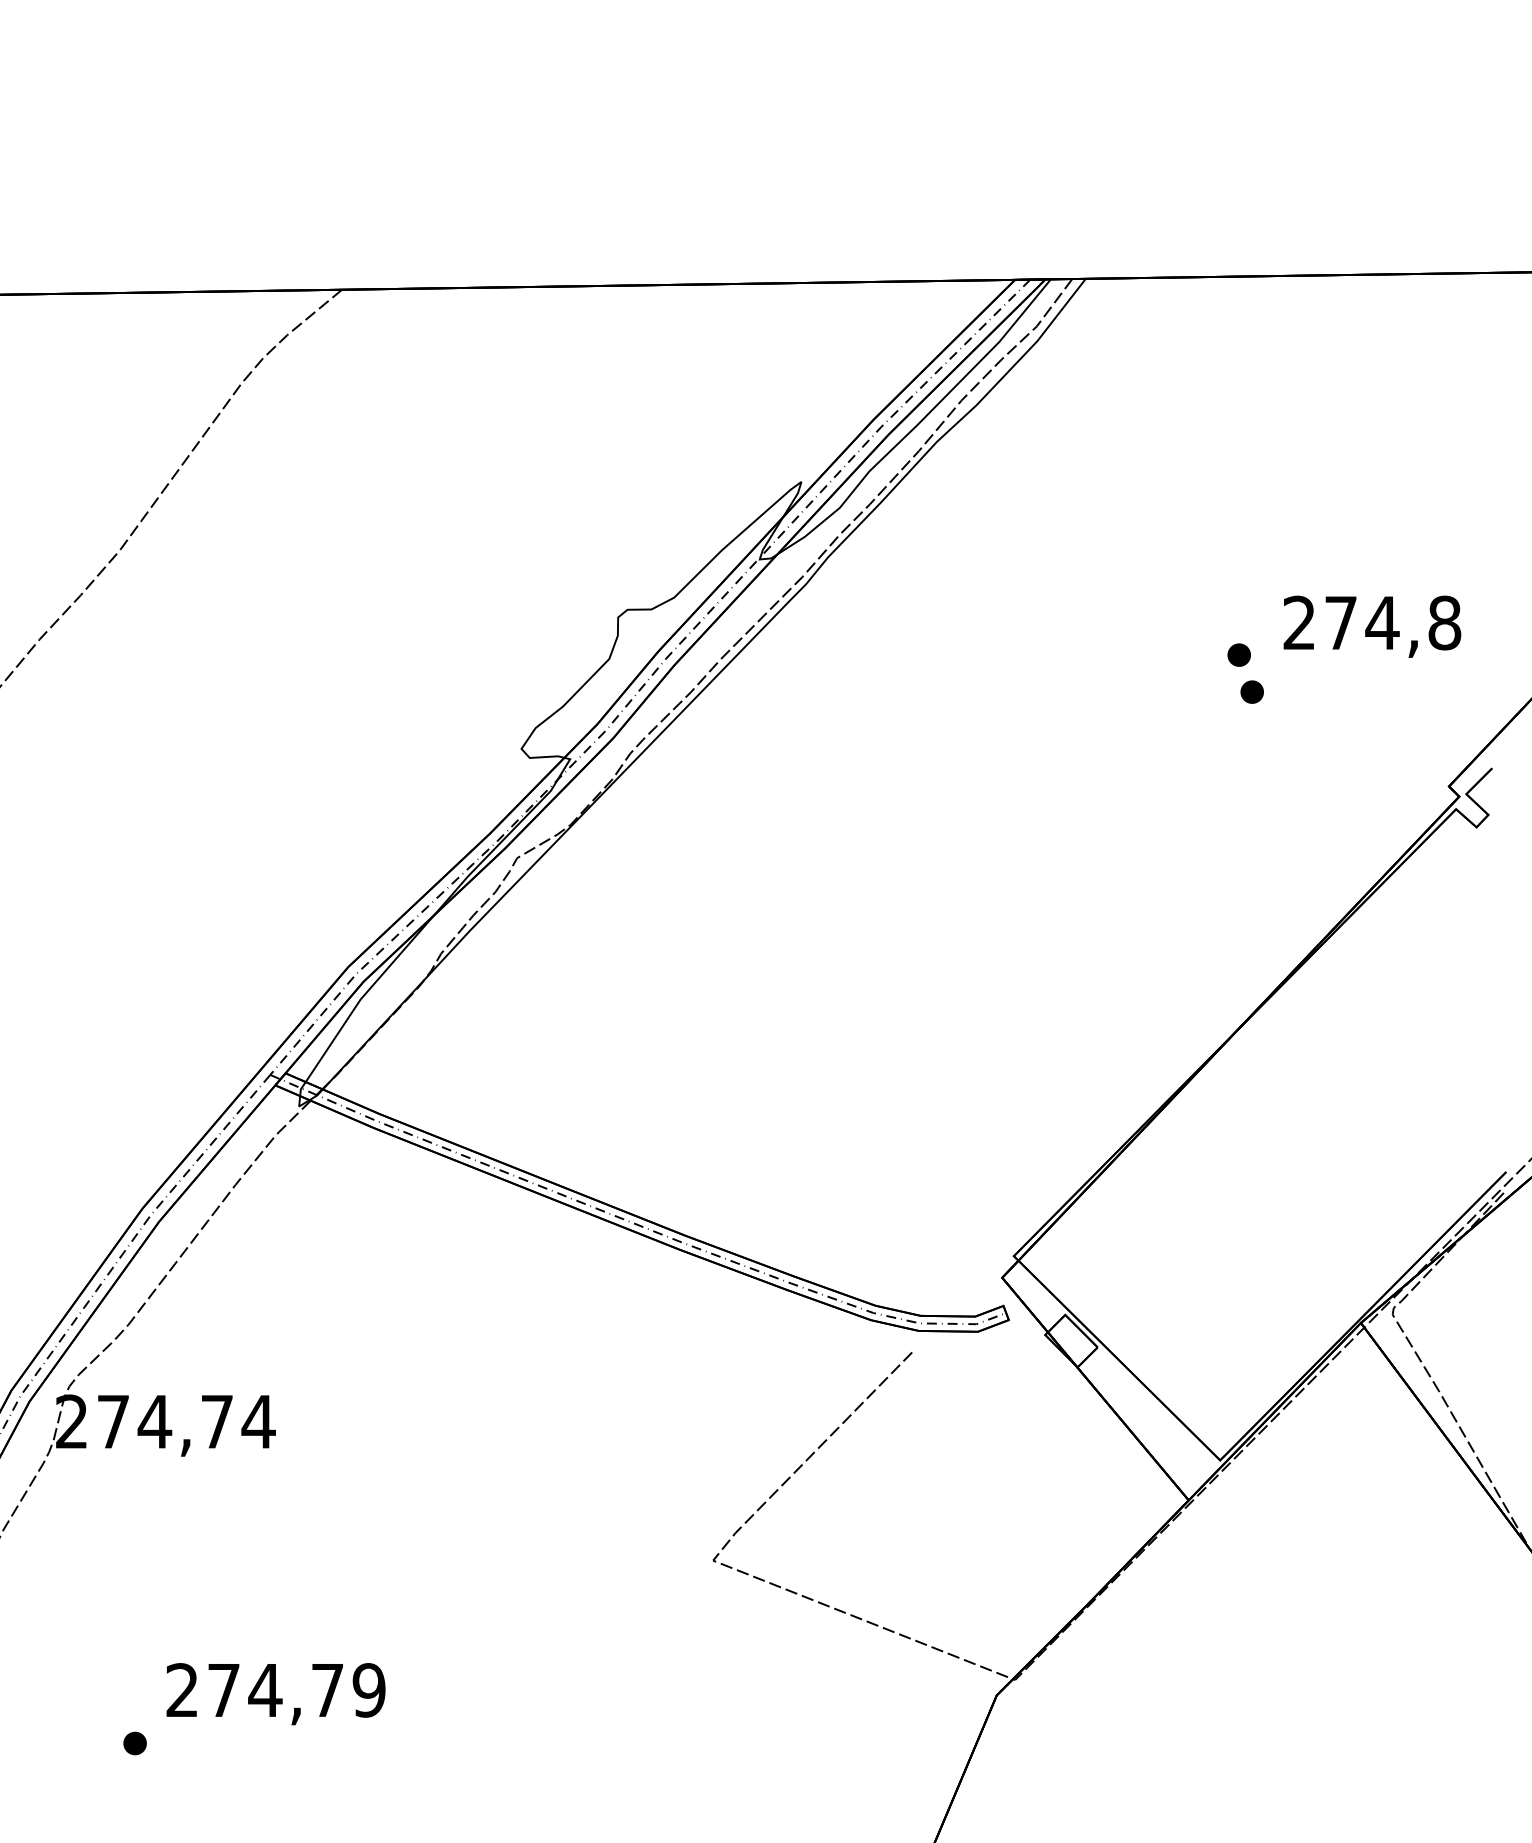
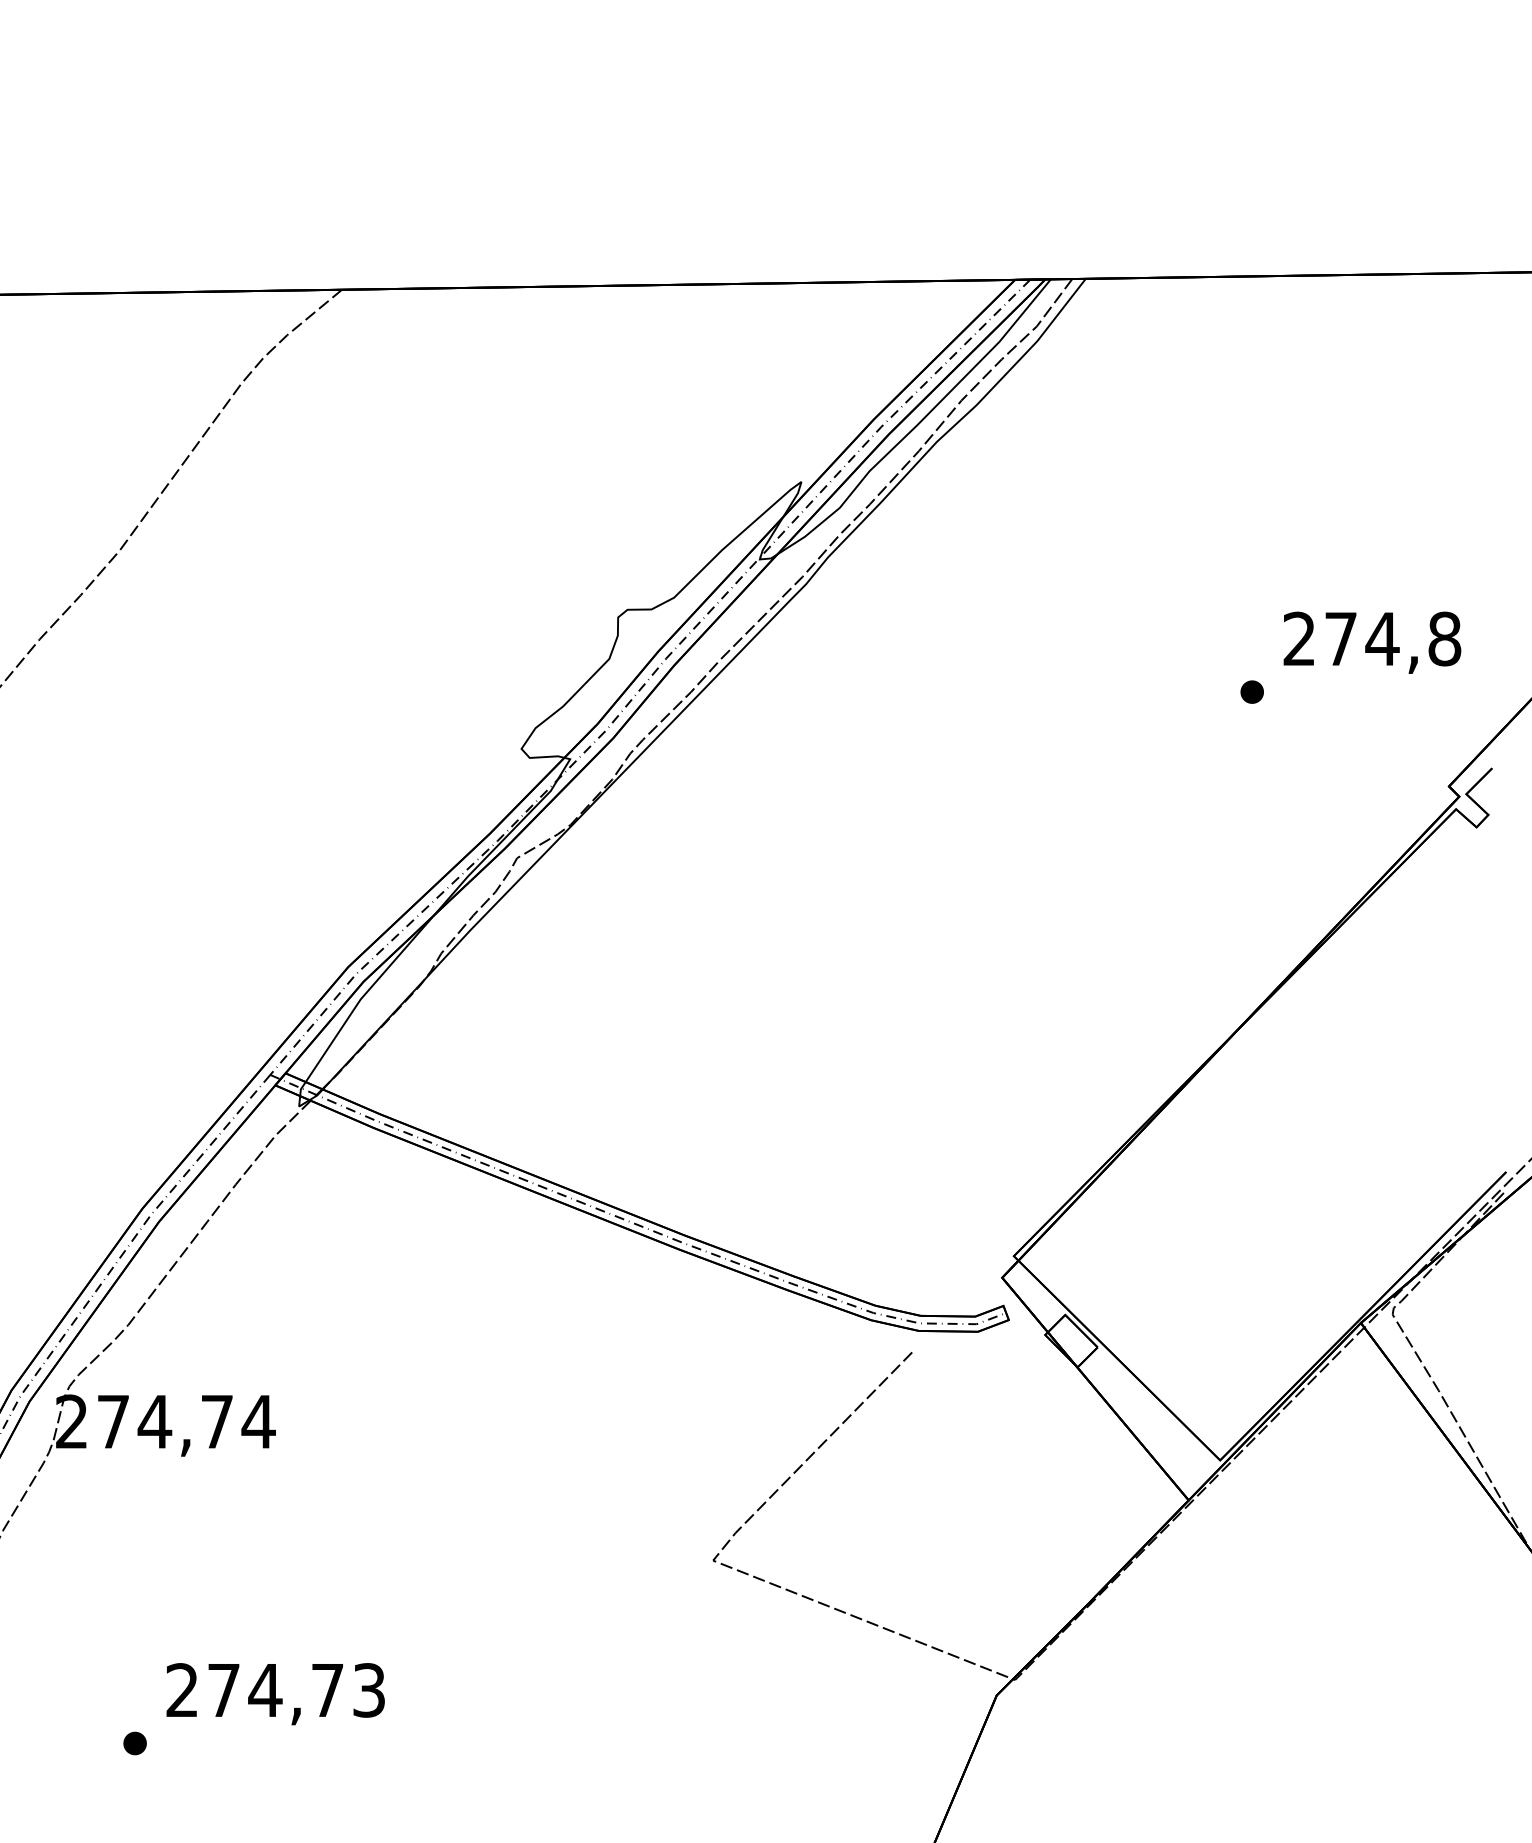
text at (1372, 626) position: (1372, 626) -> (1372, 642)
part at (1238, 654): present -> none
text at (368, 1690): 274,79 -> 274,73
